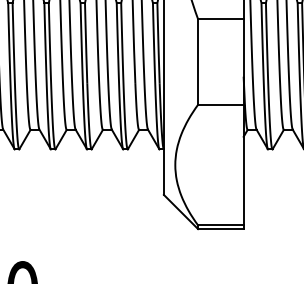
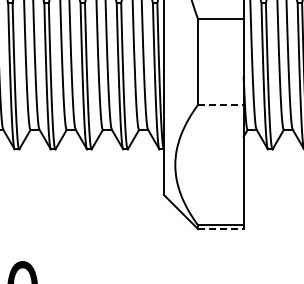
line at (220, 104): solid -> dashed
line at (220, 229): solid -> dashed
